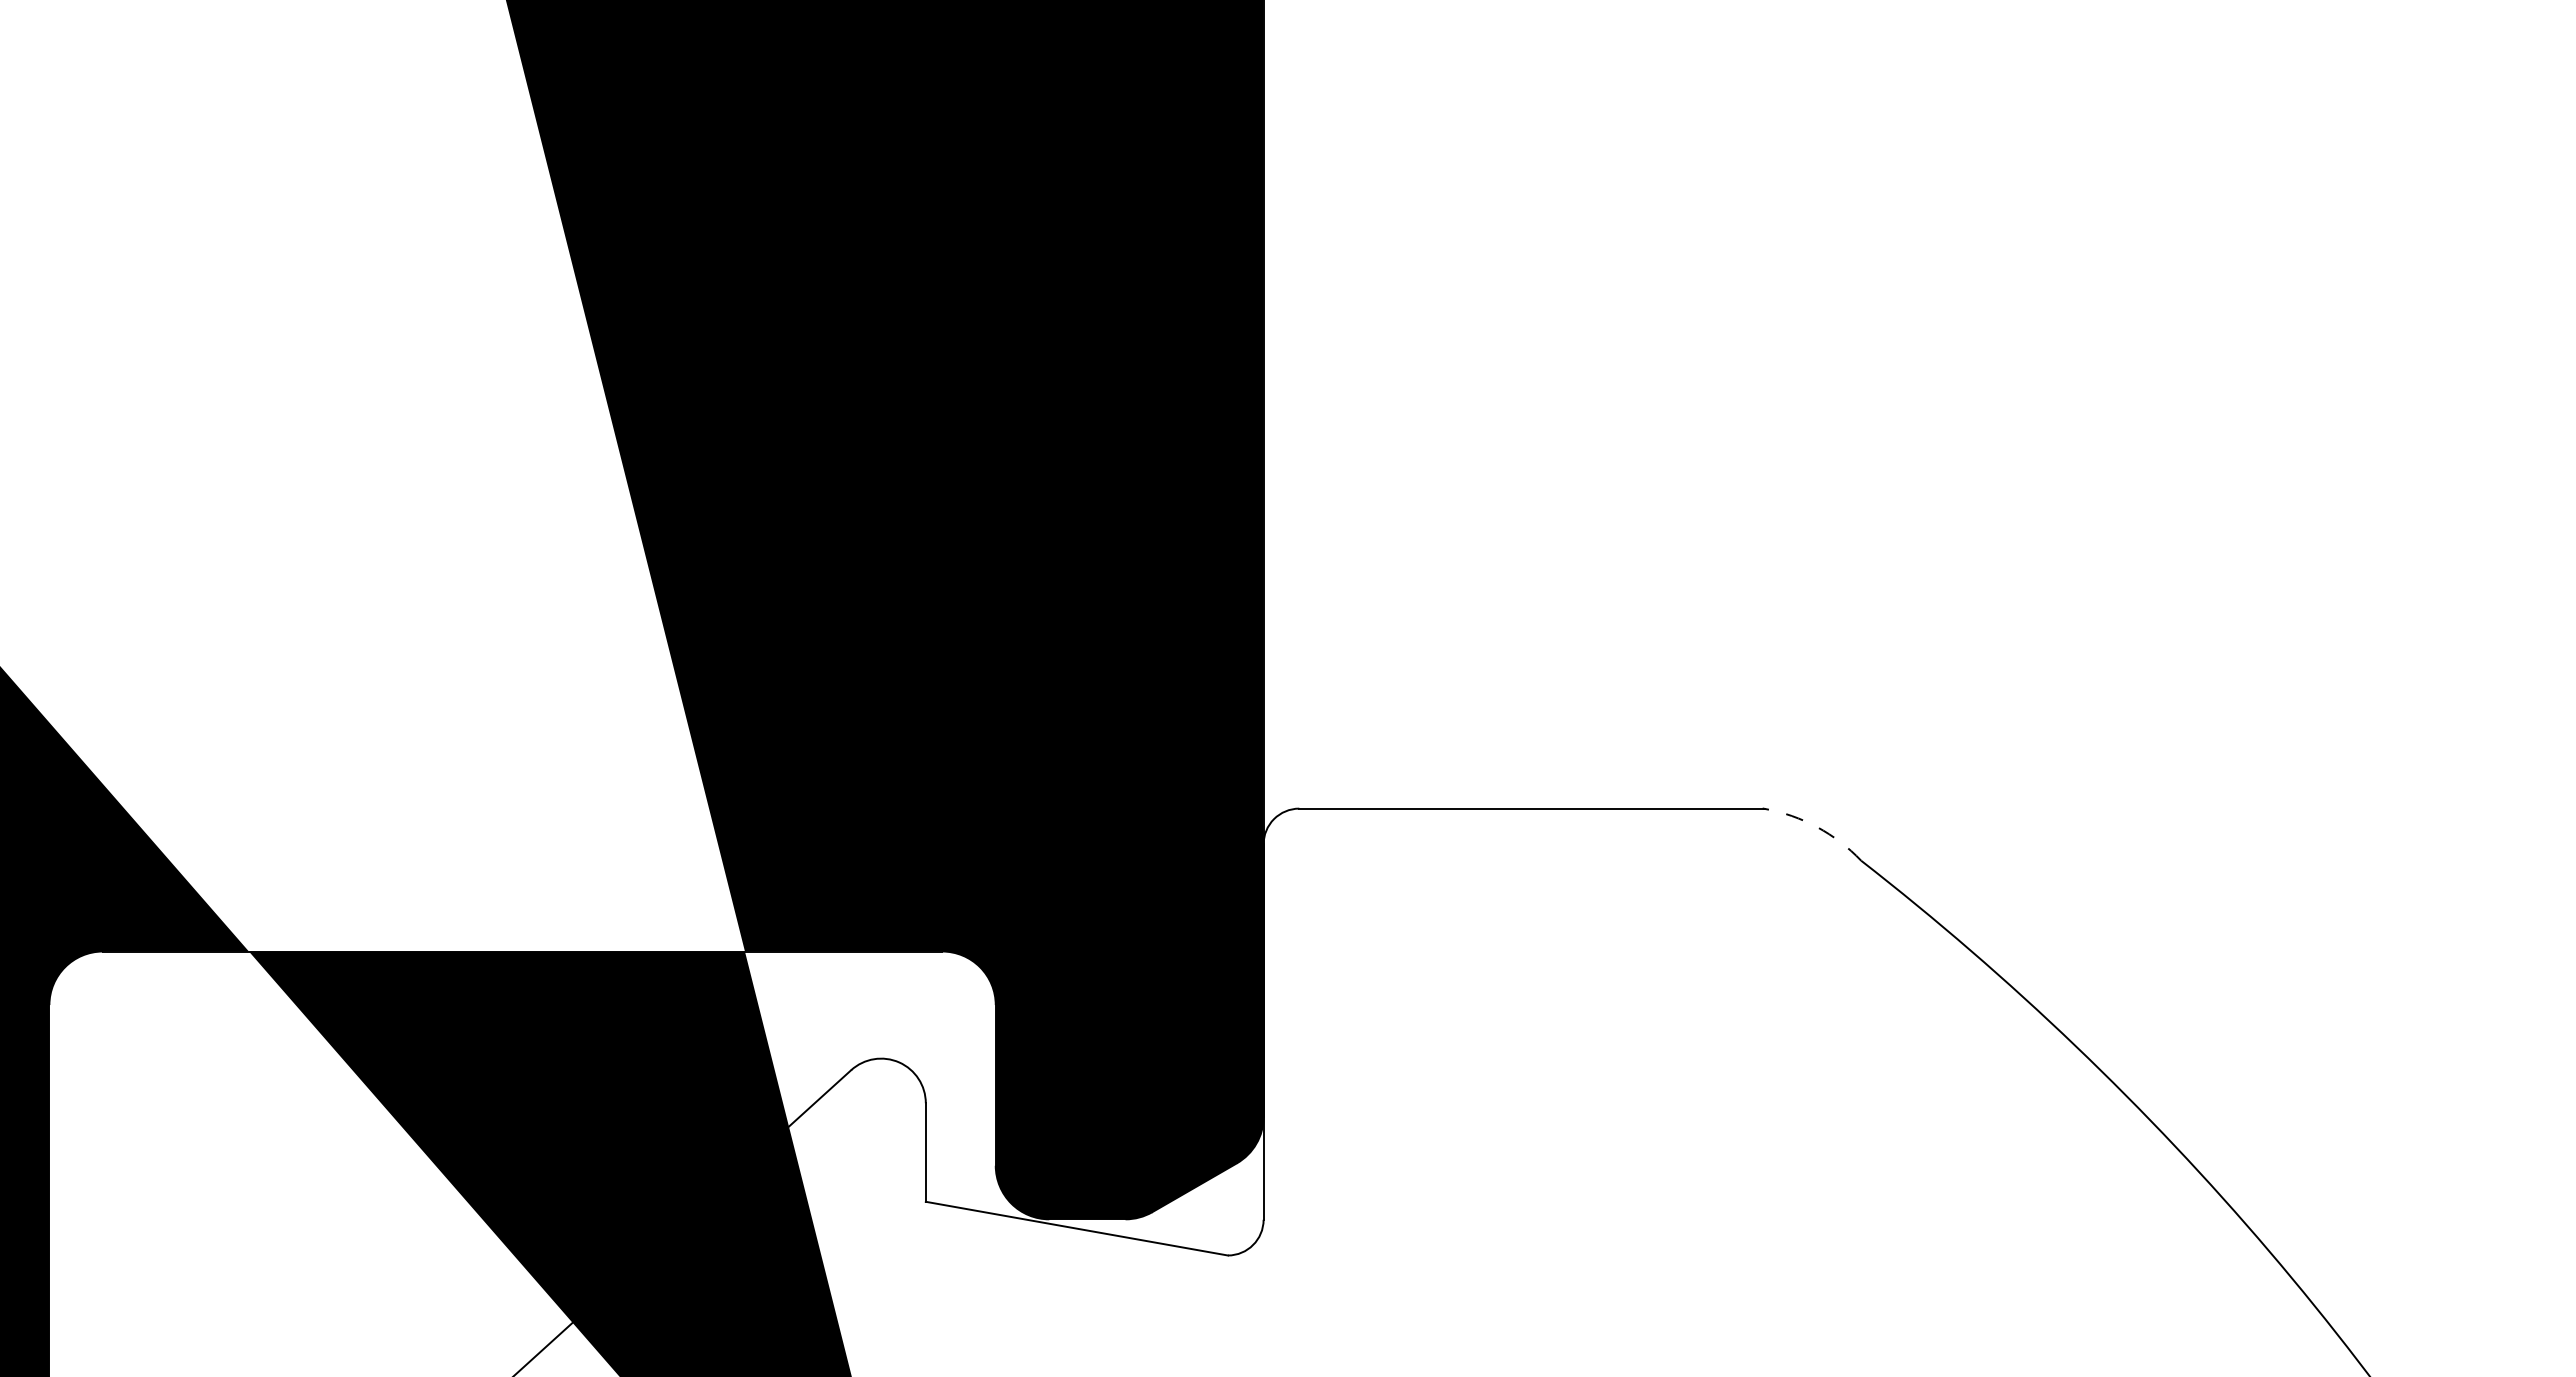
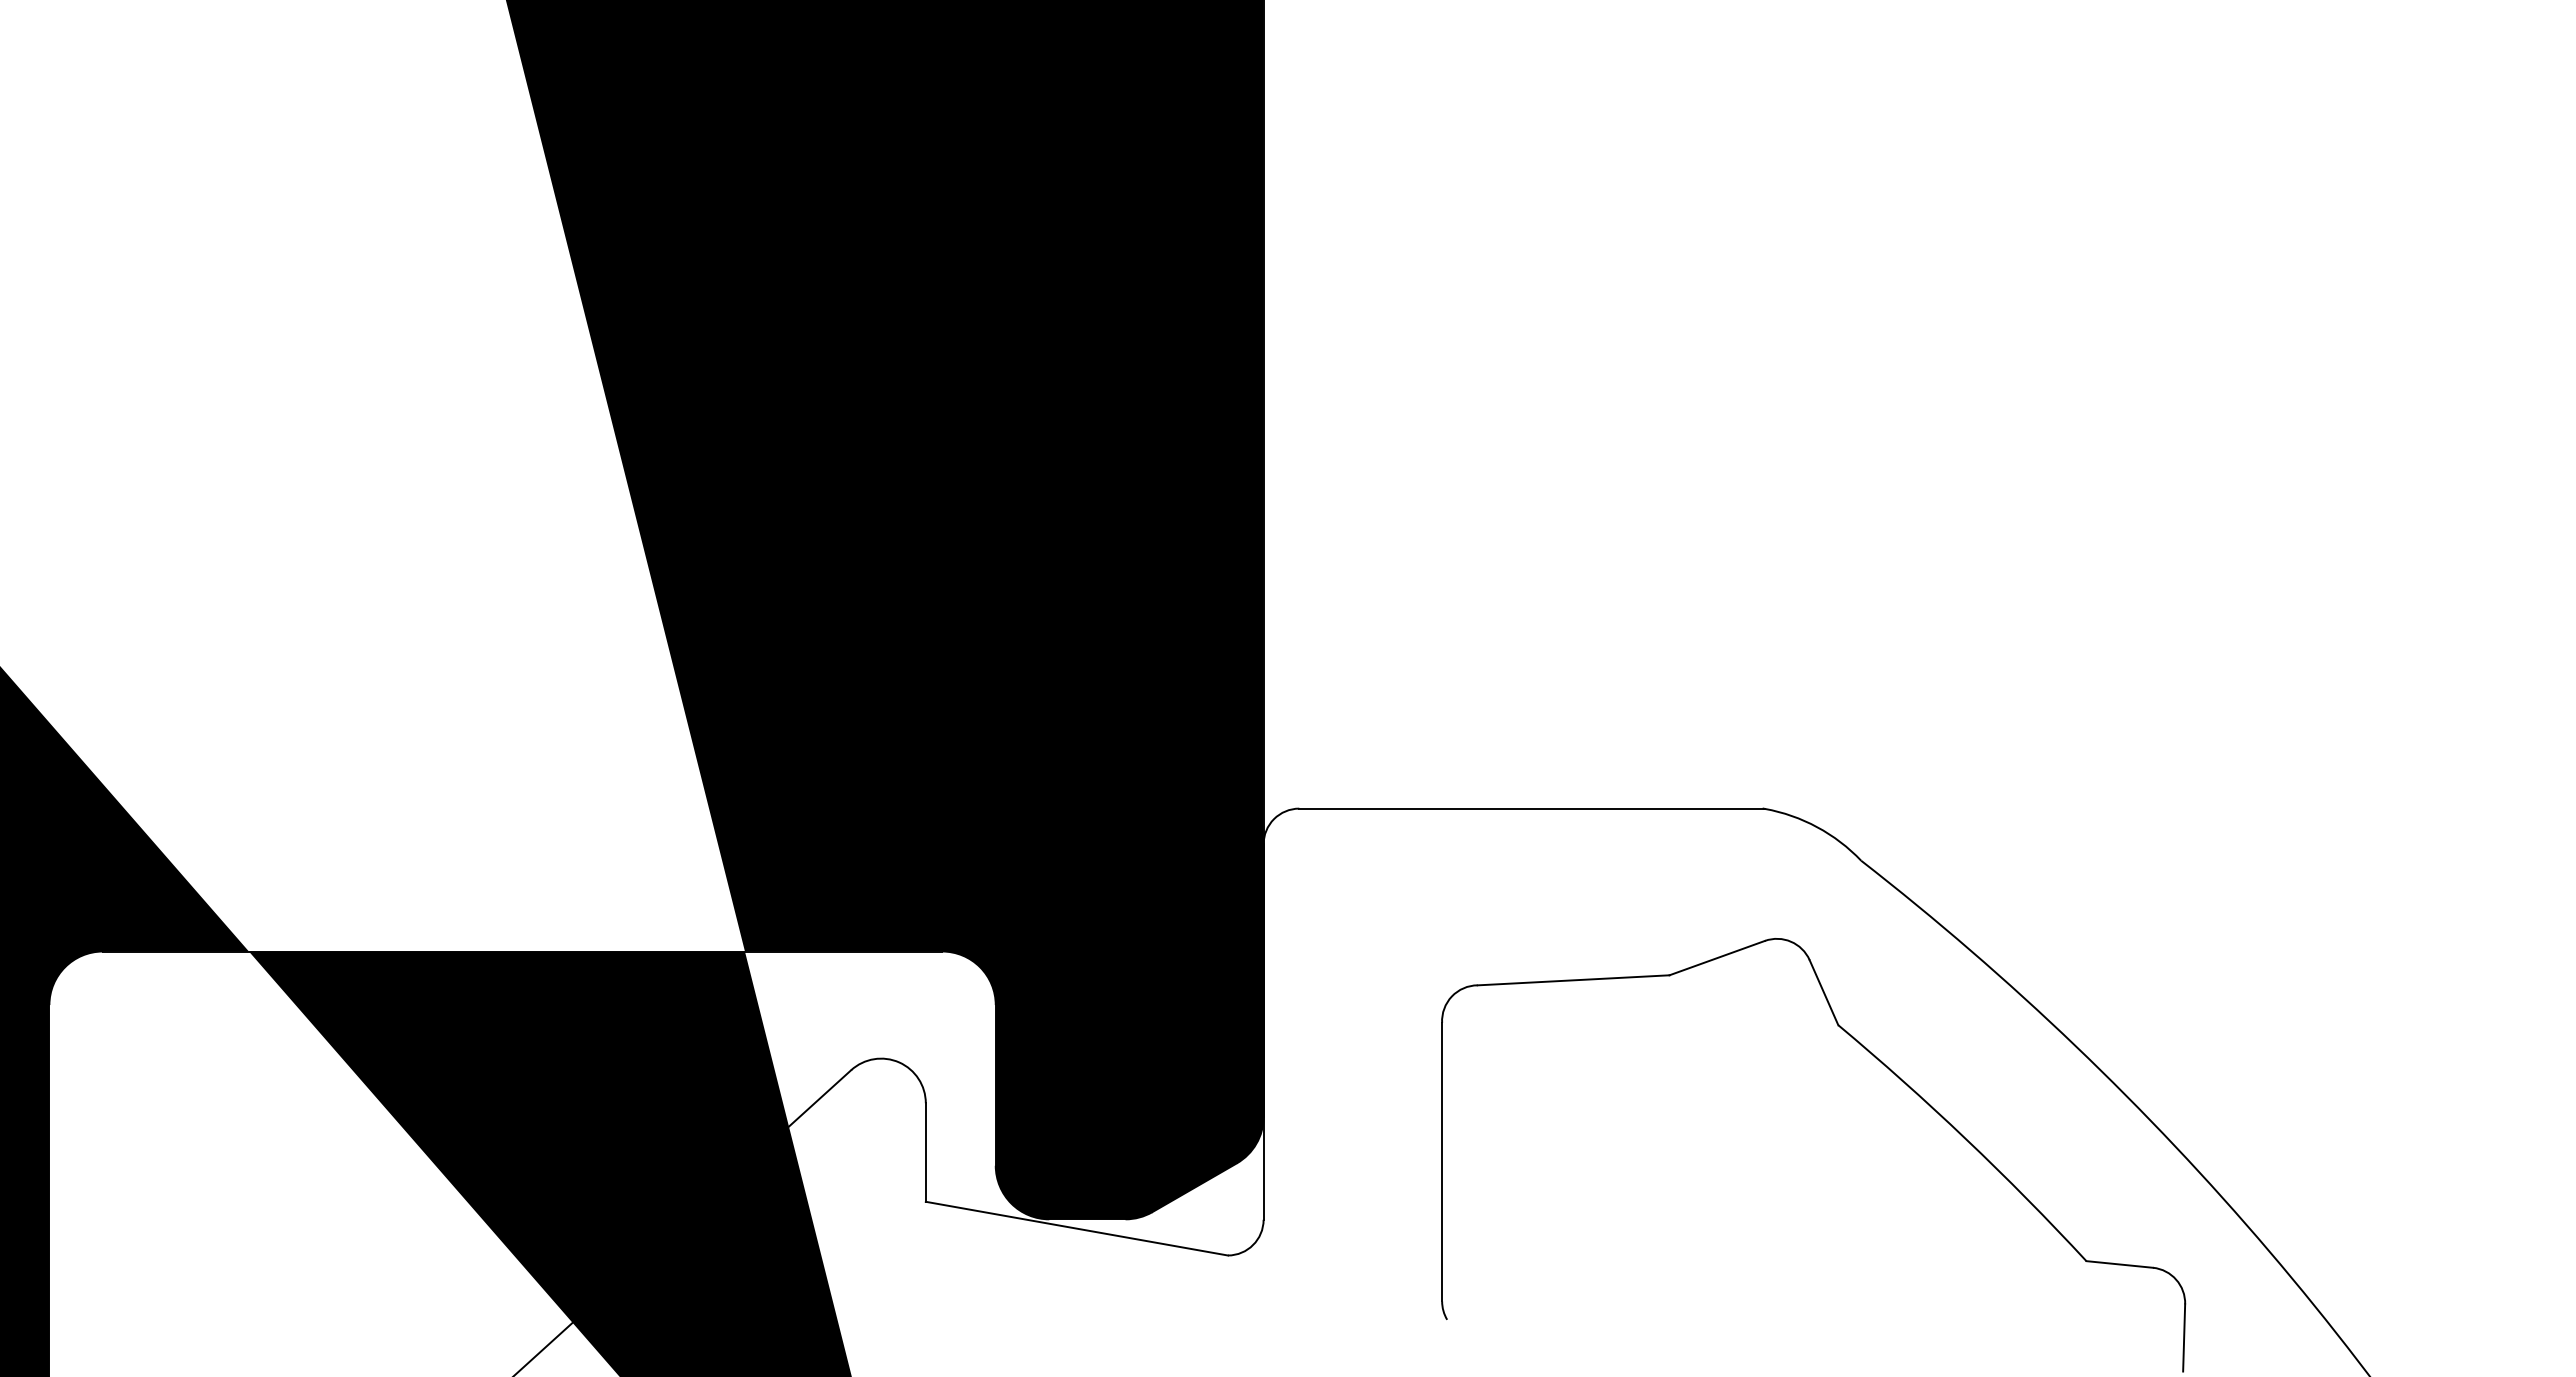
arc at (1817, 827): dashed -> solid
part at (1892, 1073): none -> present
